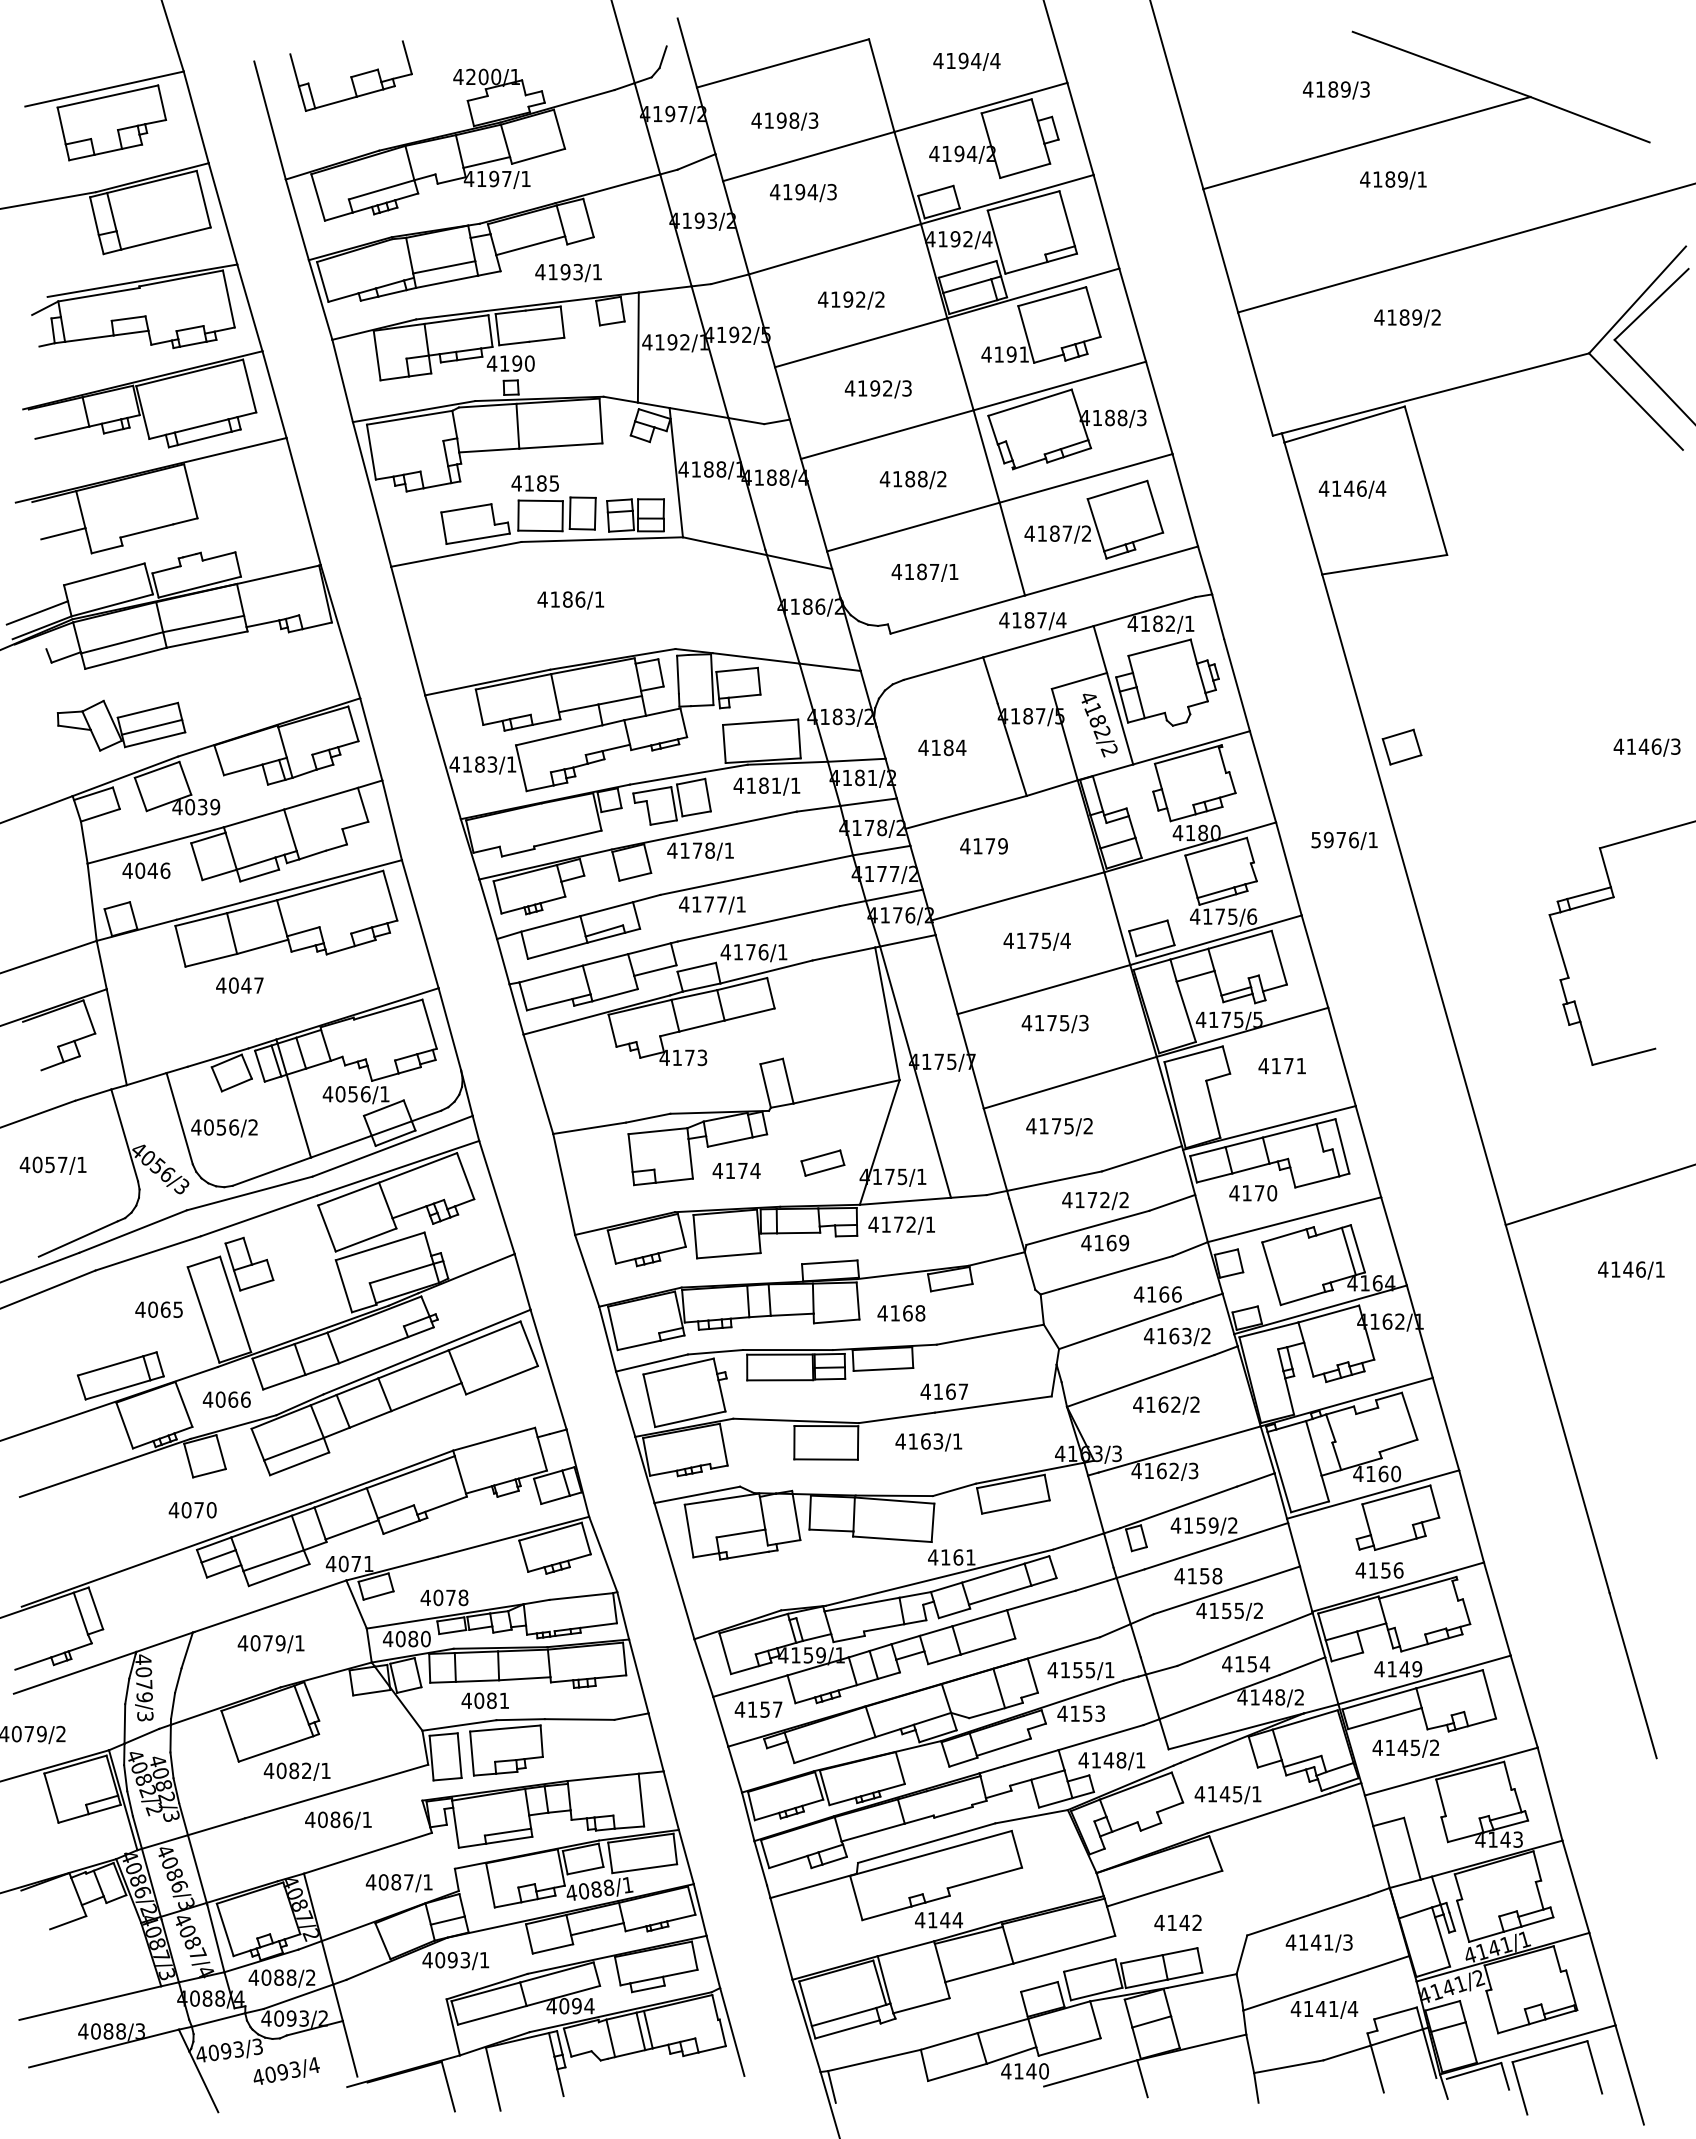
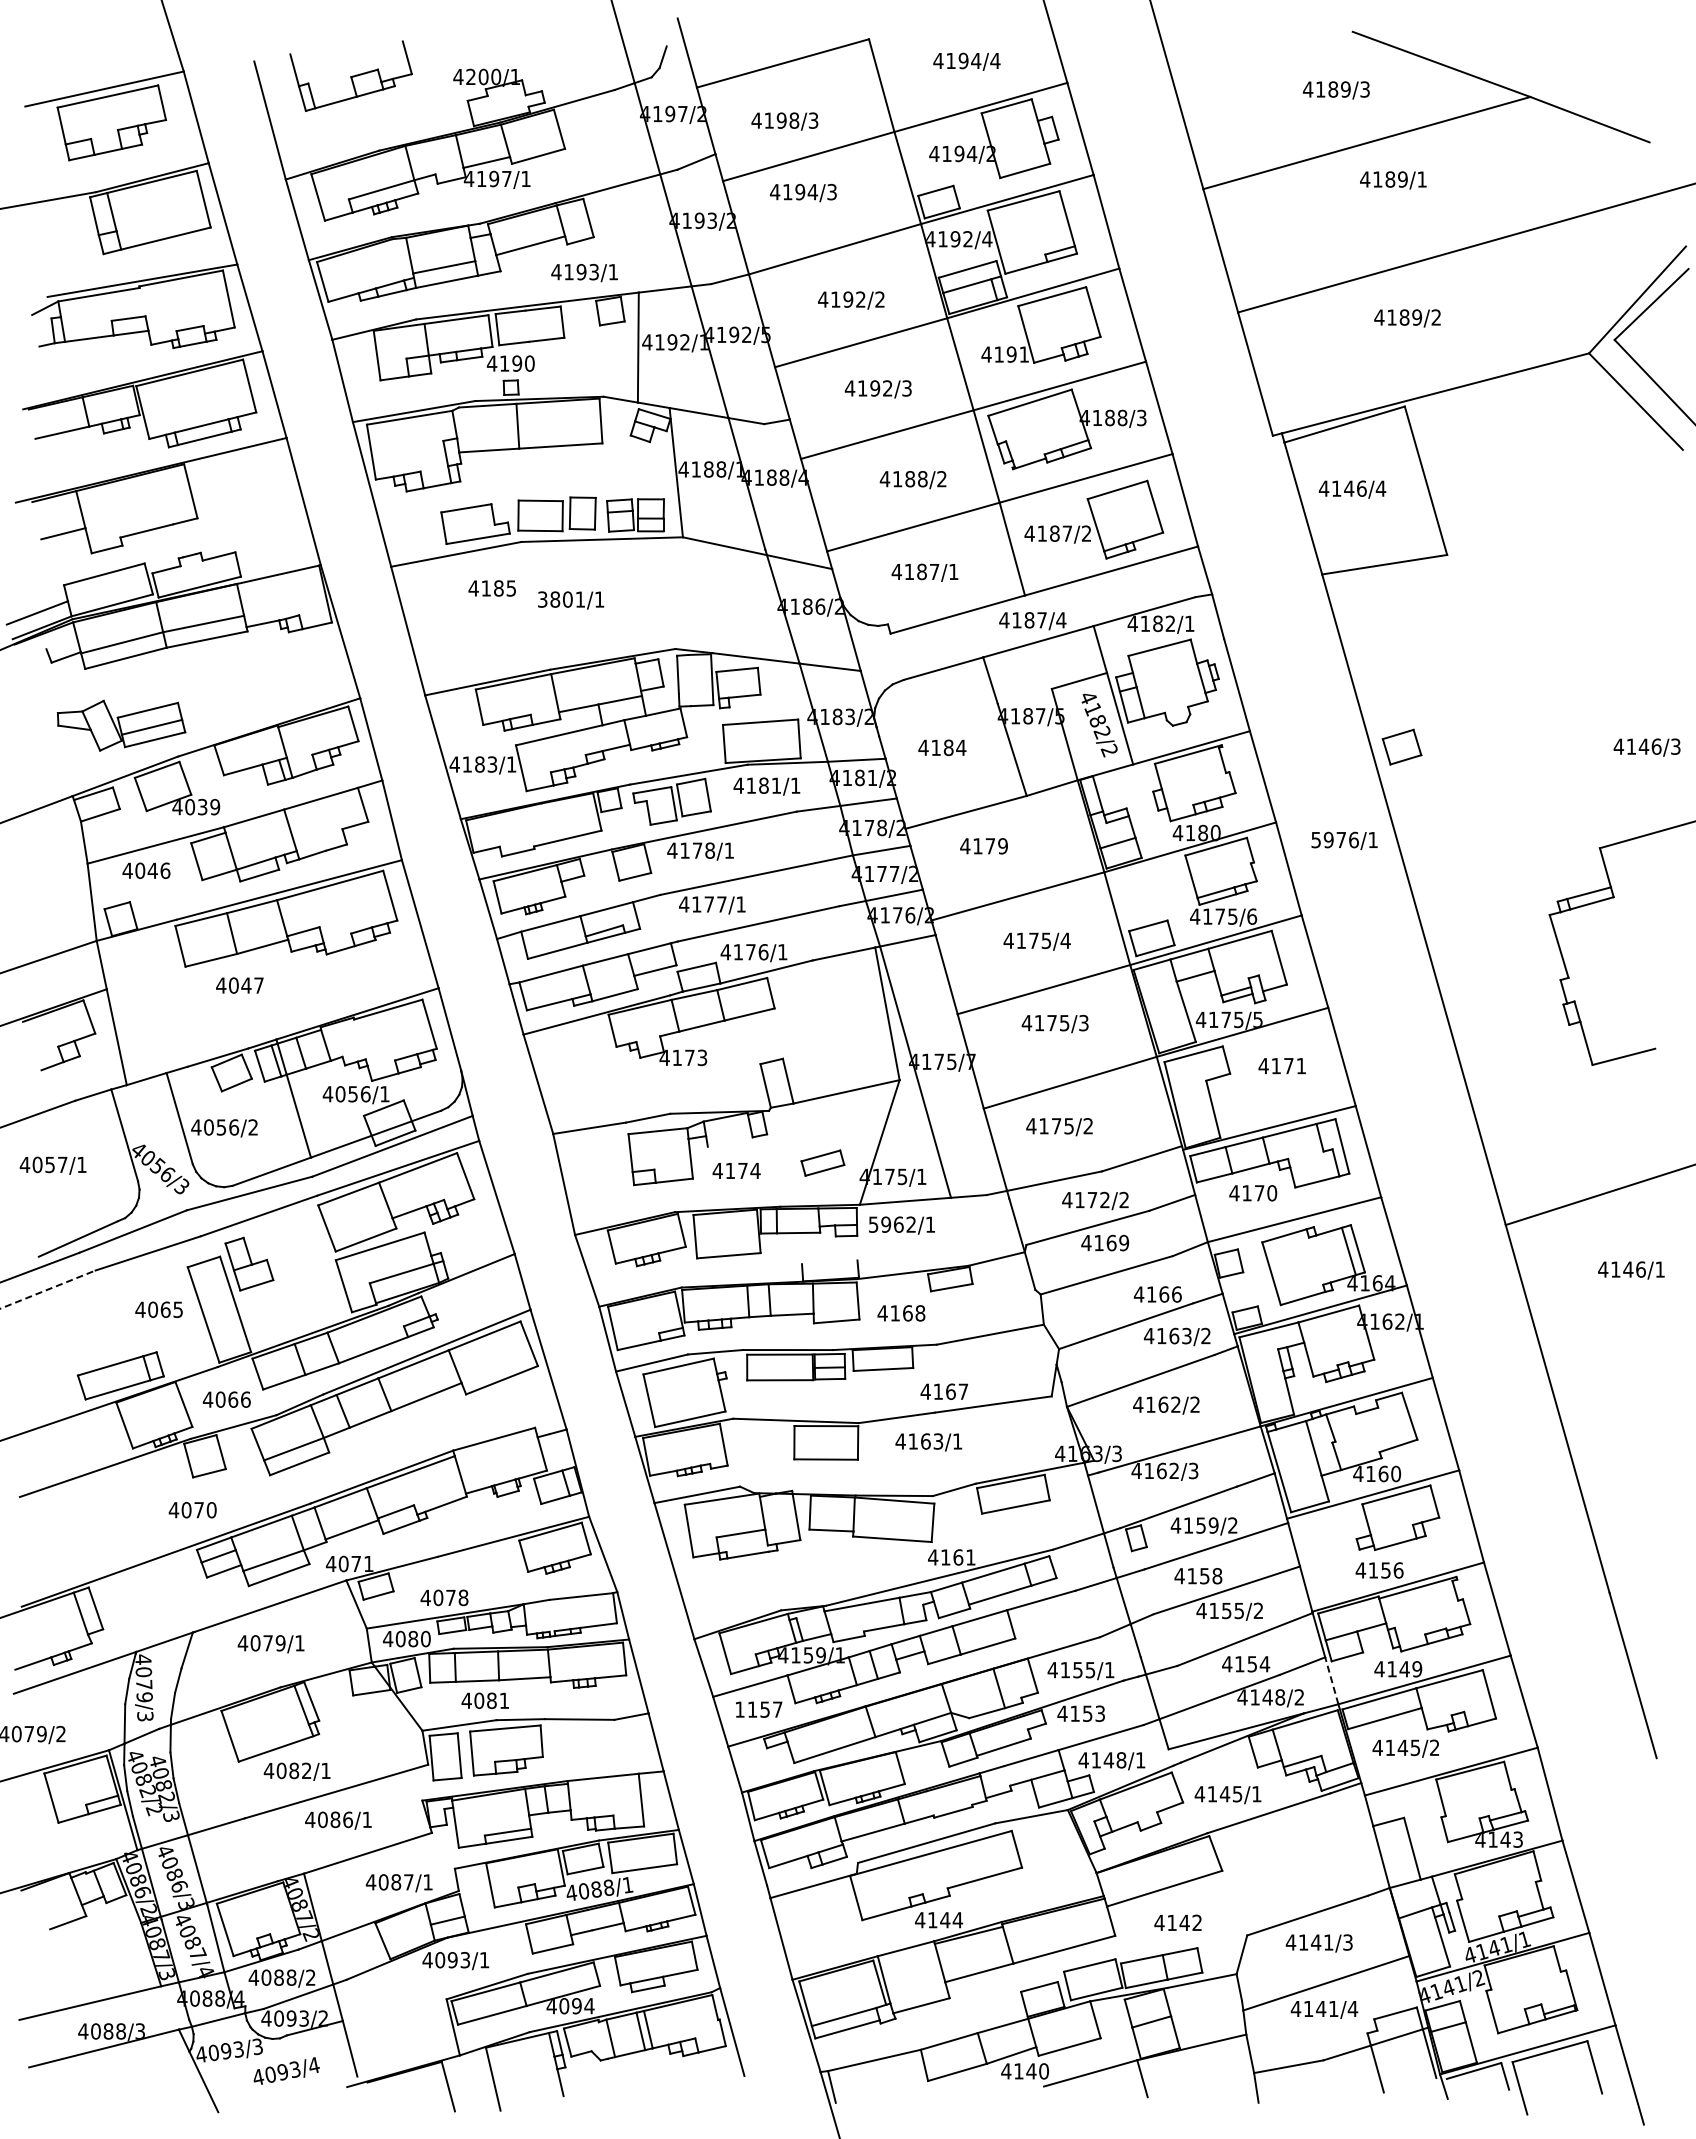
text at (568, 273) position: (568, 273) -> (584, 273)
text at (534, 483) position: (534, 483) -> (491, 588)
text at (561, 599): 4186/1 -> 3801/1
line at (729, 1141): present -> none
text at (885, 1224): 4172/1 -> 5962/1
line at (829, 1262): present -> none
line at (48, 1289): solid -> dashed
line at (1331, 1680): solid -> dashed
text at (739, 1709): 4157 -> 1157
